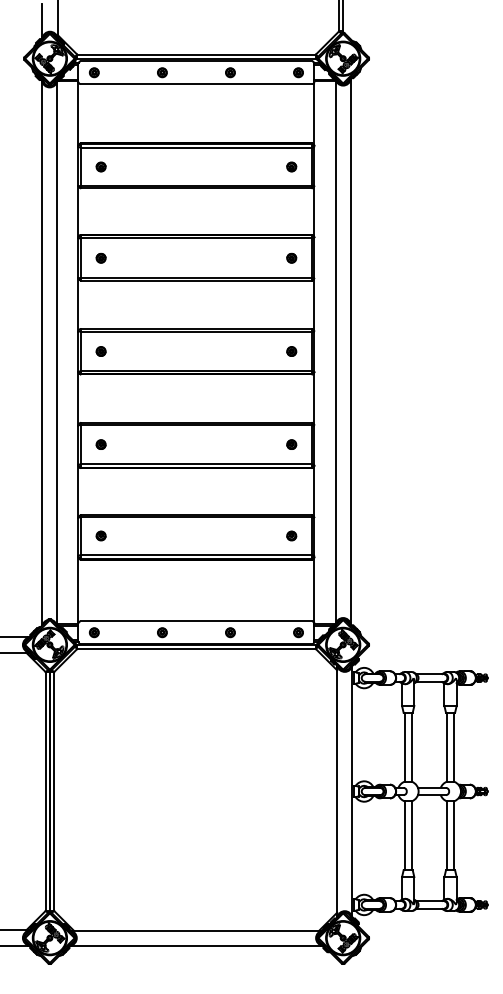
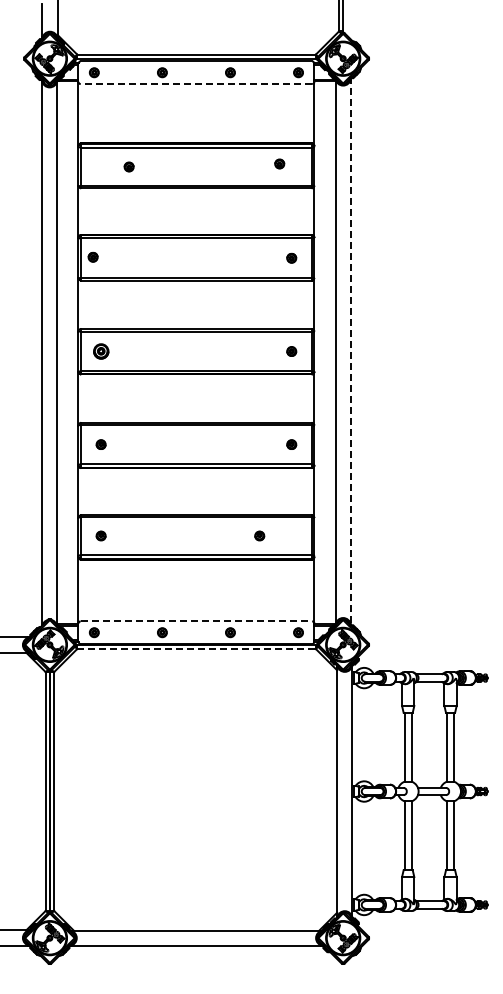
line at (196, 84): solid -> dashed
part at (100, 166) position: (100, 166) -> (128, 166)
part at (291, 166) position: (291, 166) -> (279, 163)
part at (100, 257) position: (100, 257) -> (92, 256)
part at (100, 351) size: 12x11 px -> 17x17 px
line at (350, 351): solid -> dashed
part at (291, 535) position: (291, 535) -> (259, 535)
line at (196, 621): solid -> dashed
line at (197, 649): solid -> dashed
